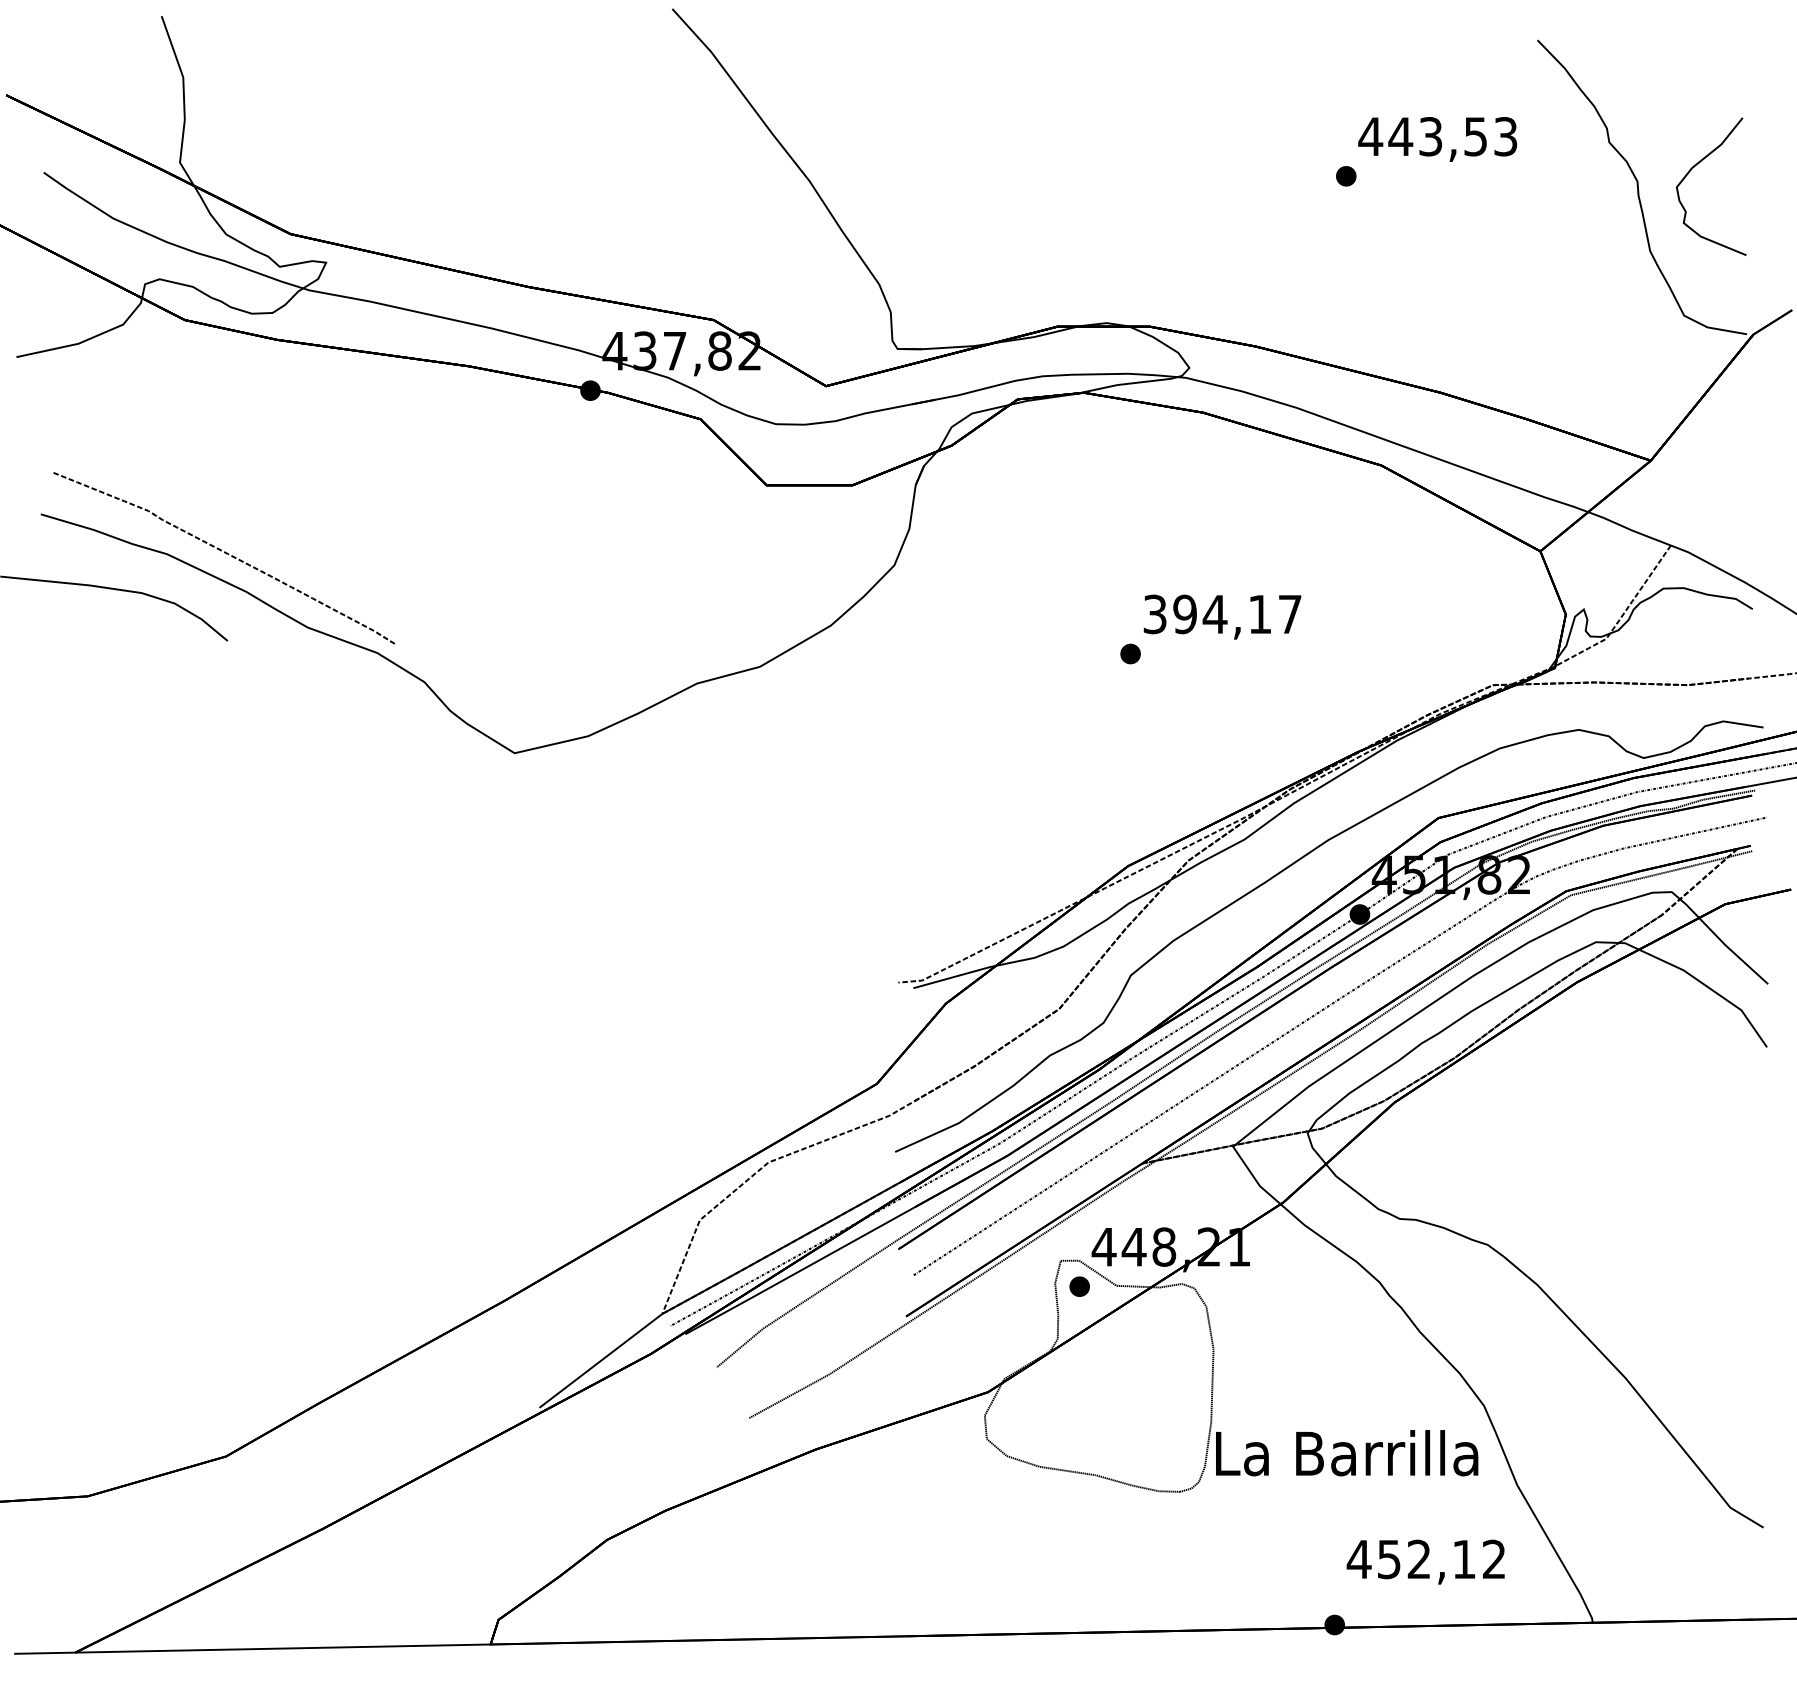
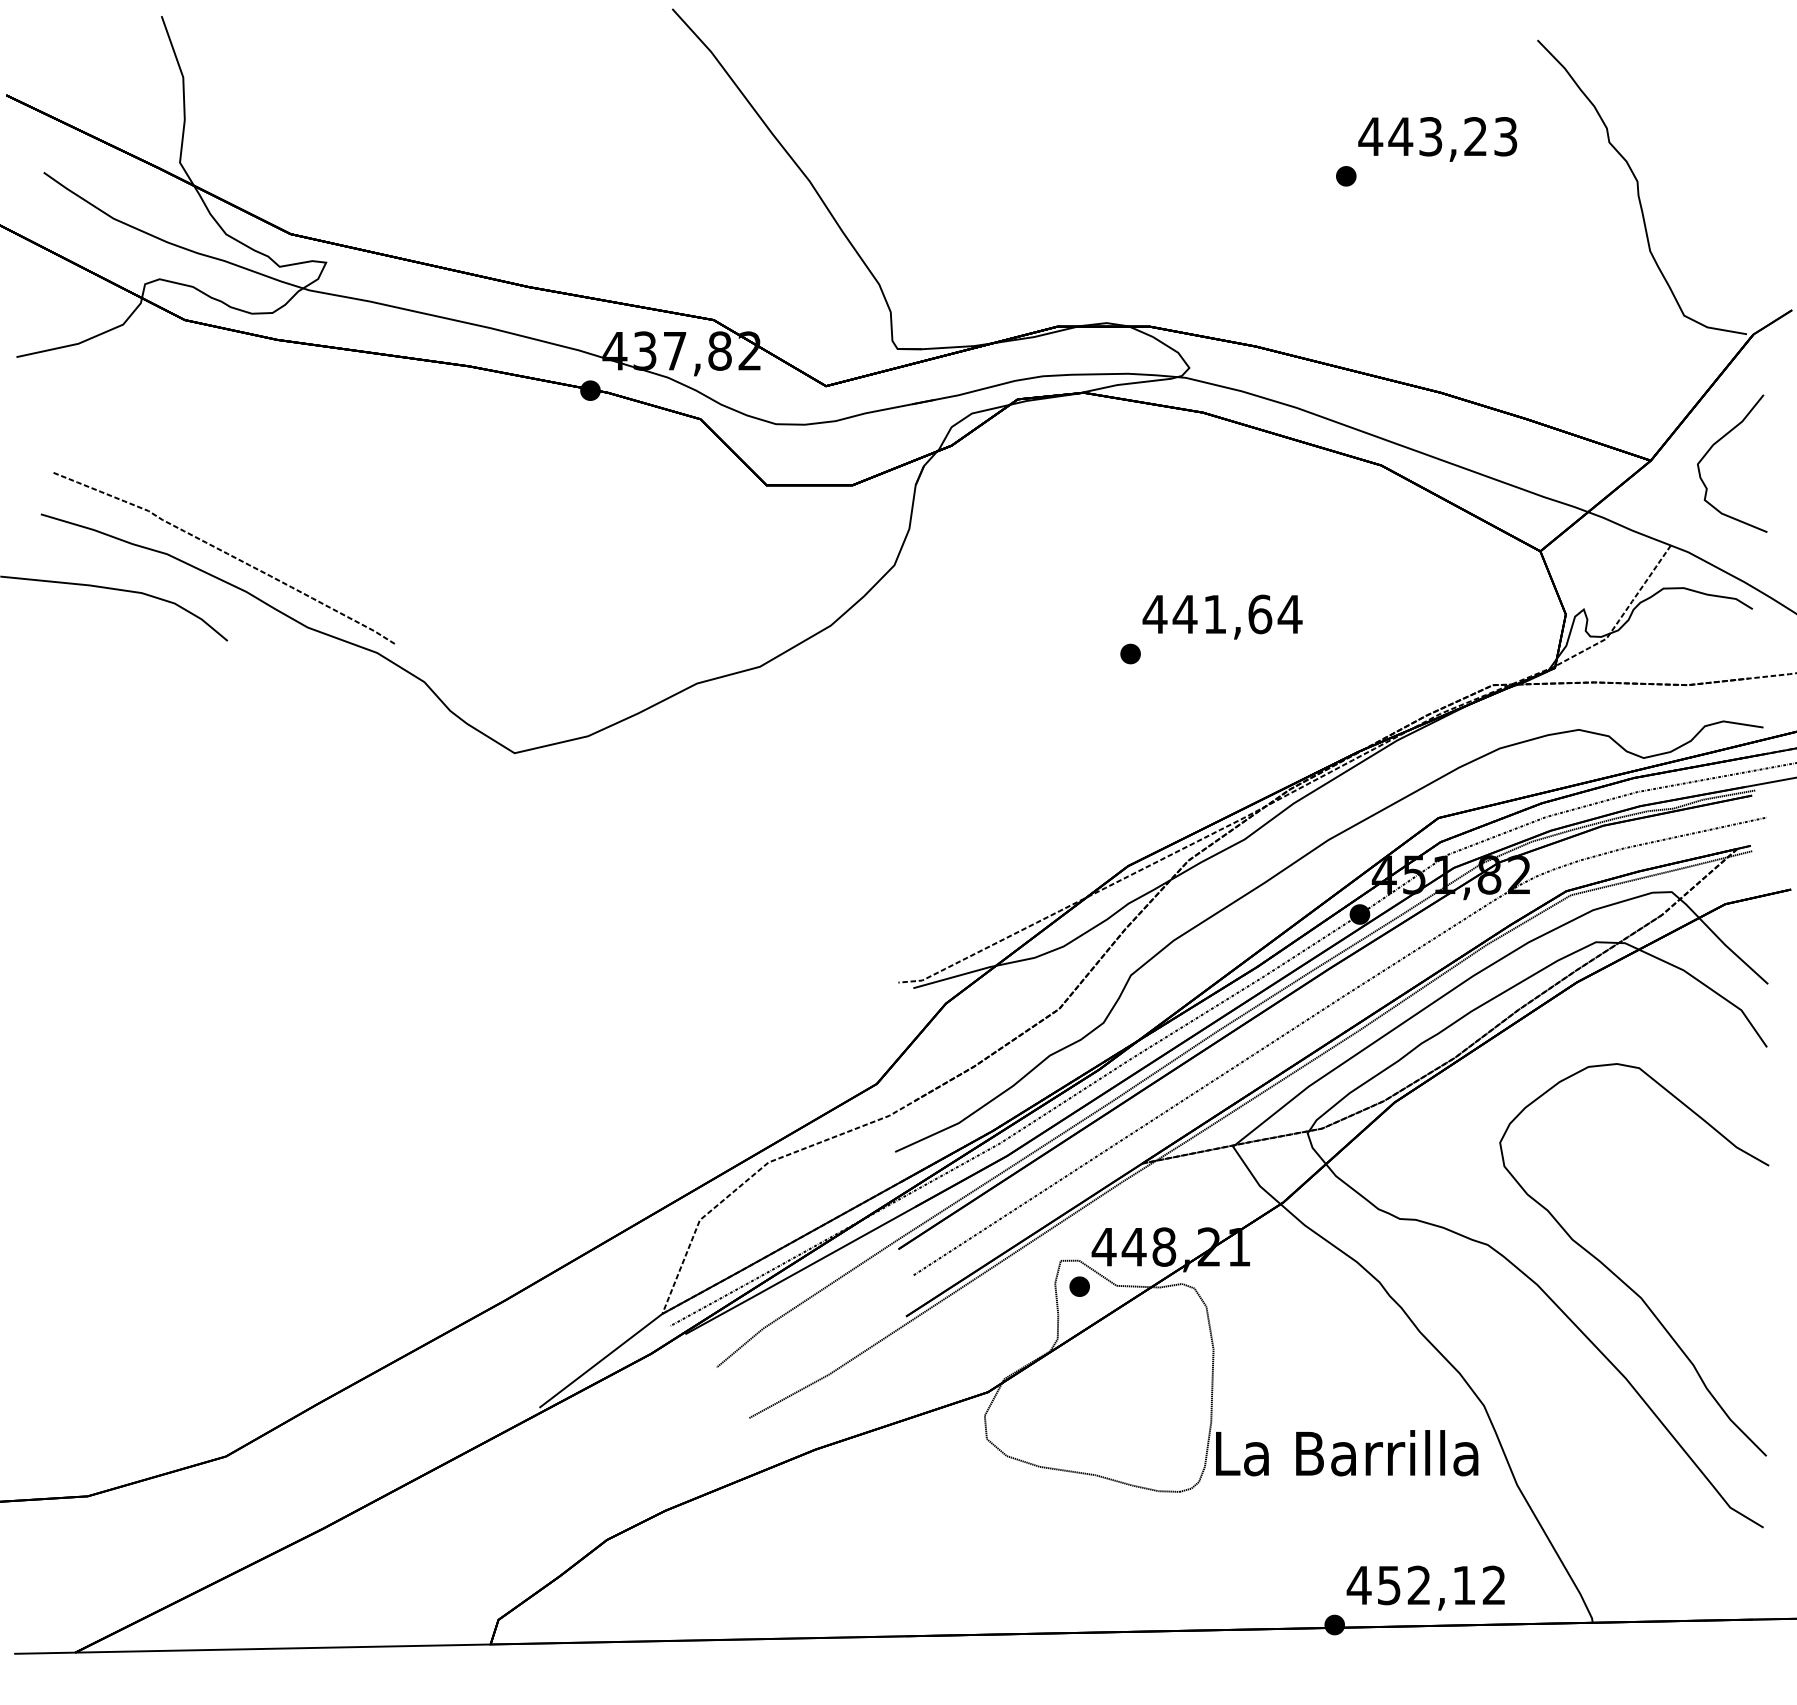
text at (1475, 136): 443,53 -> 443,23
curve at (1693, 168) position: (1693, 168) -> (1714, 445)
text at (1222, 614): 394,17 -> 441,64
curve at (1617, 1275): none -> present
text at (1425, 1561) position: (1425, 1561) -> (1425, 1587)
